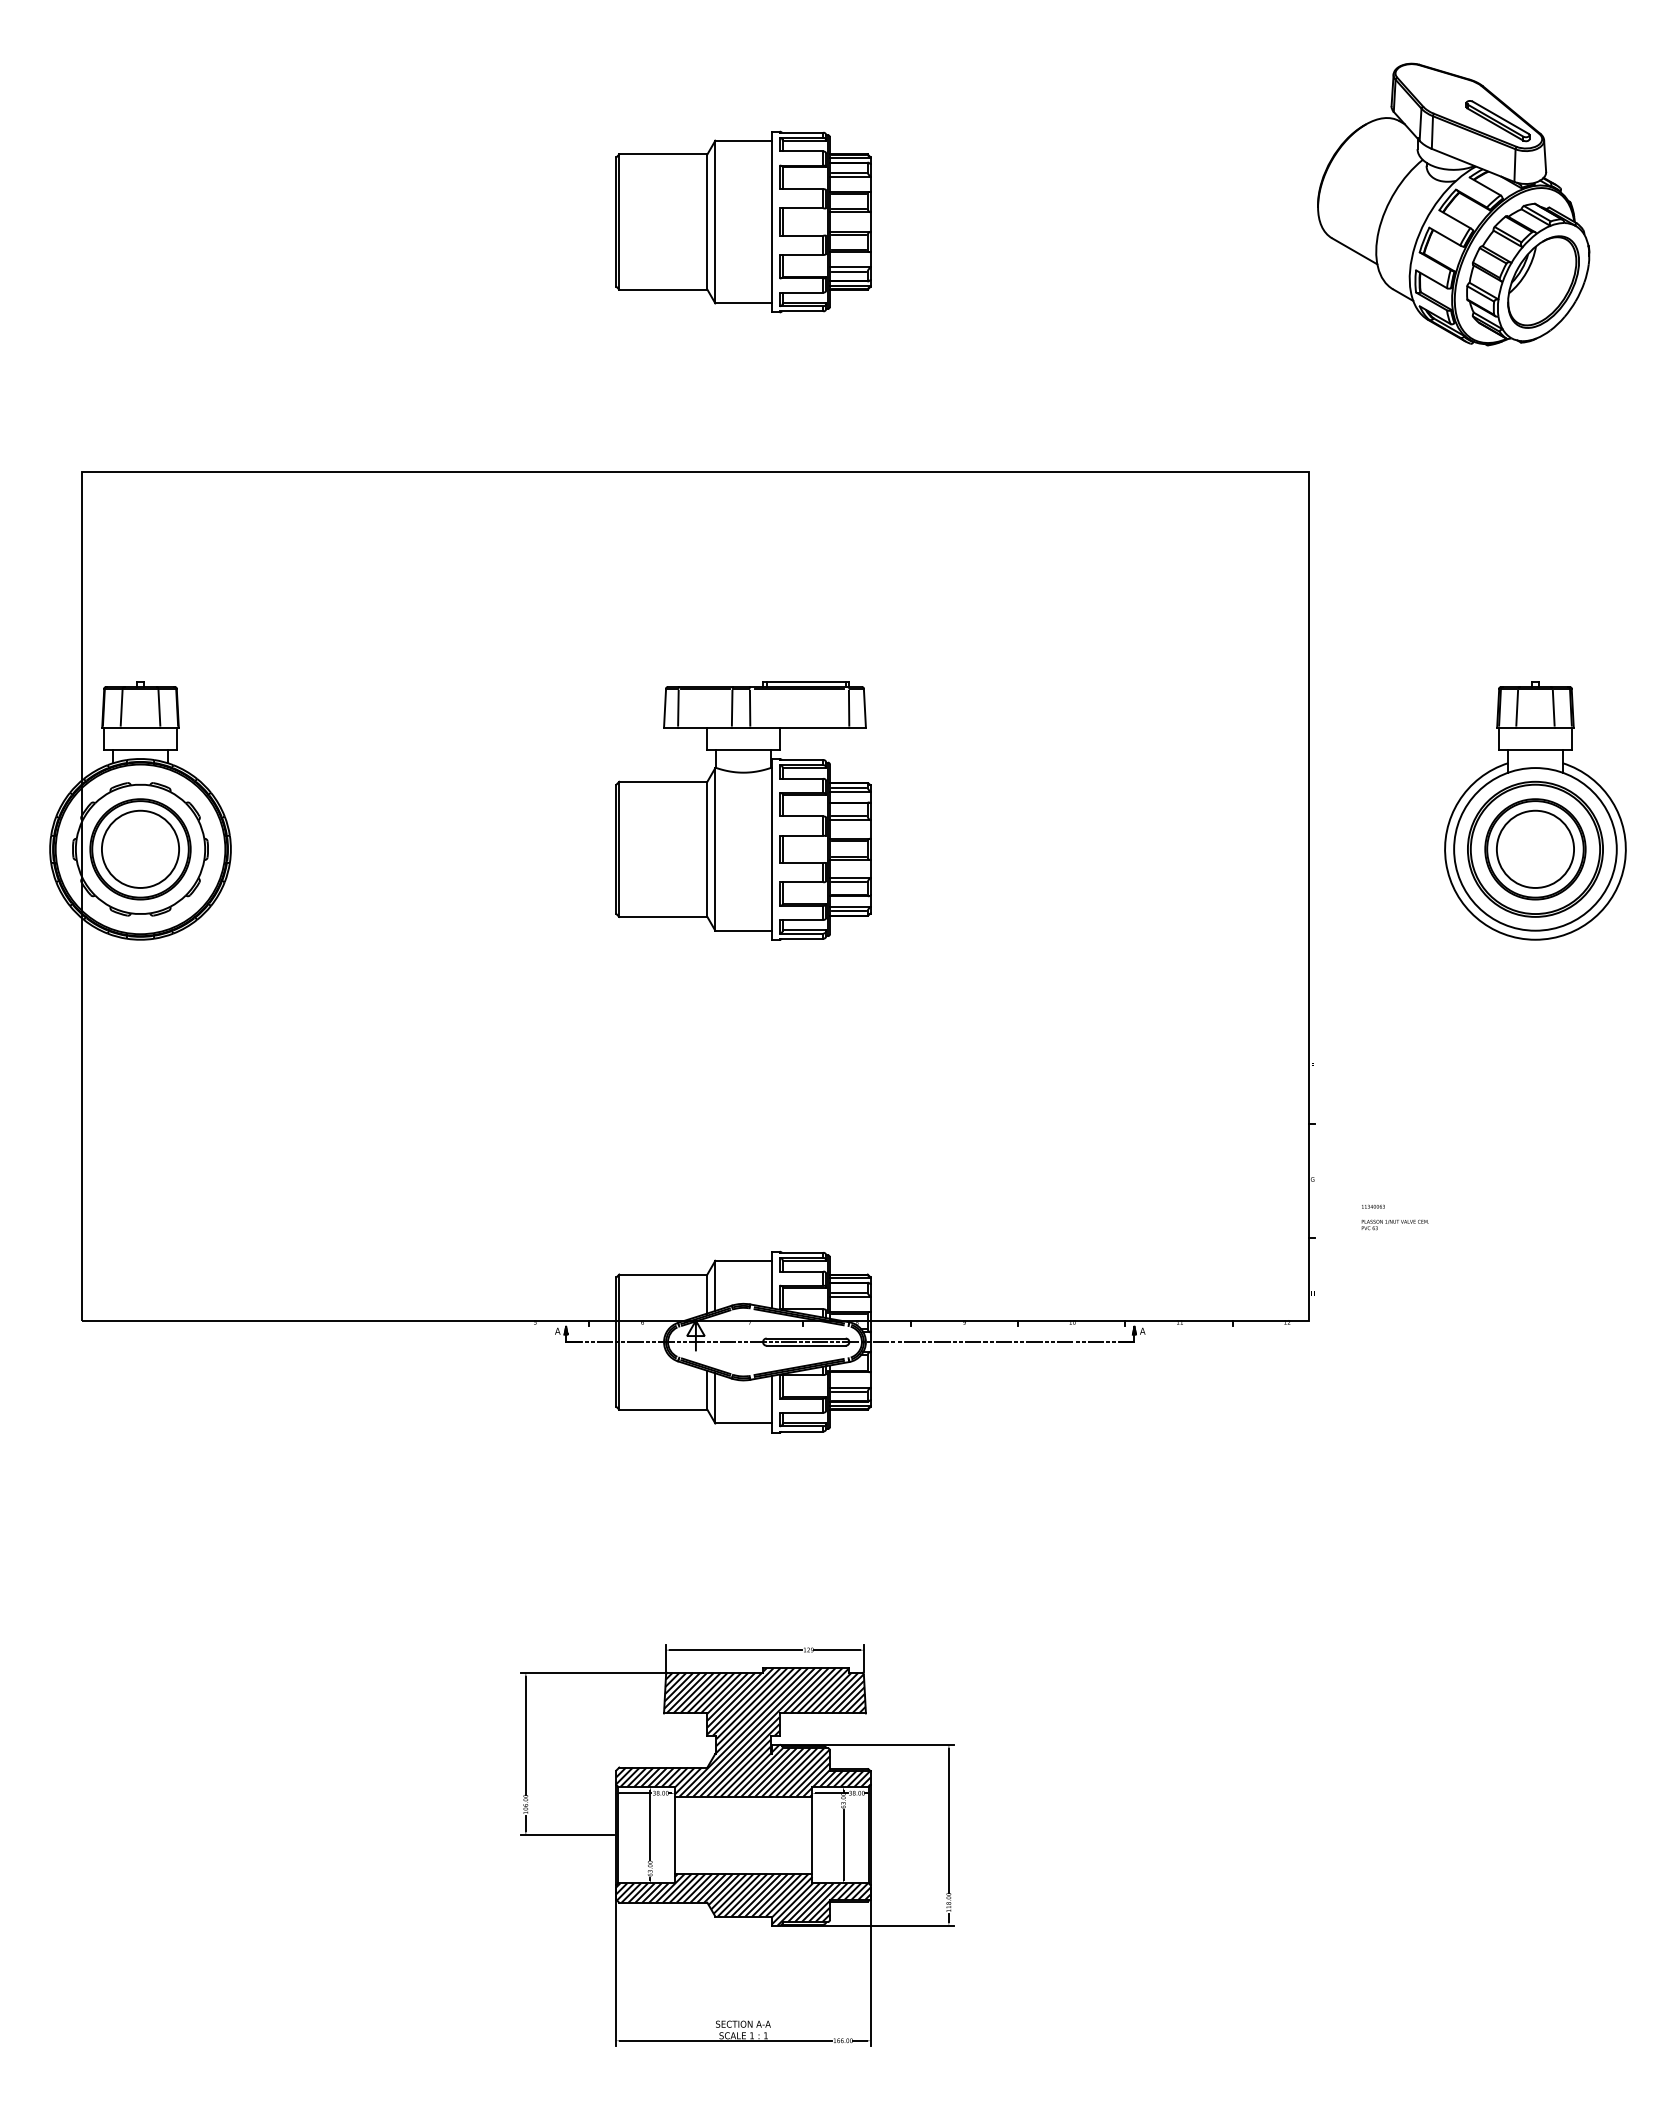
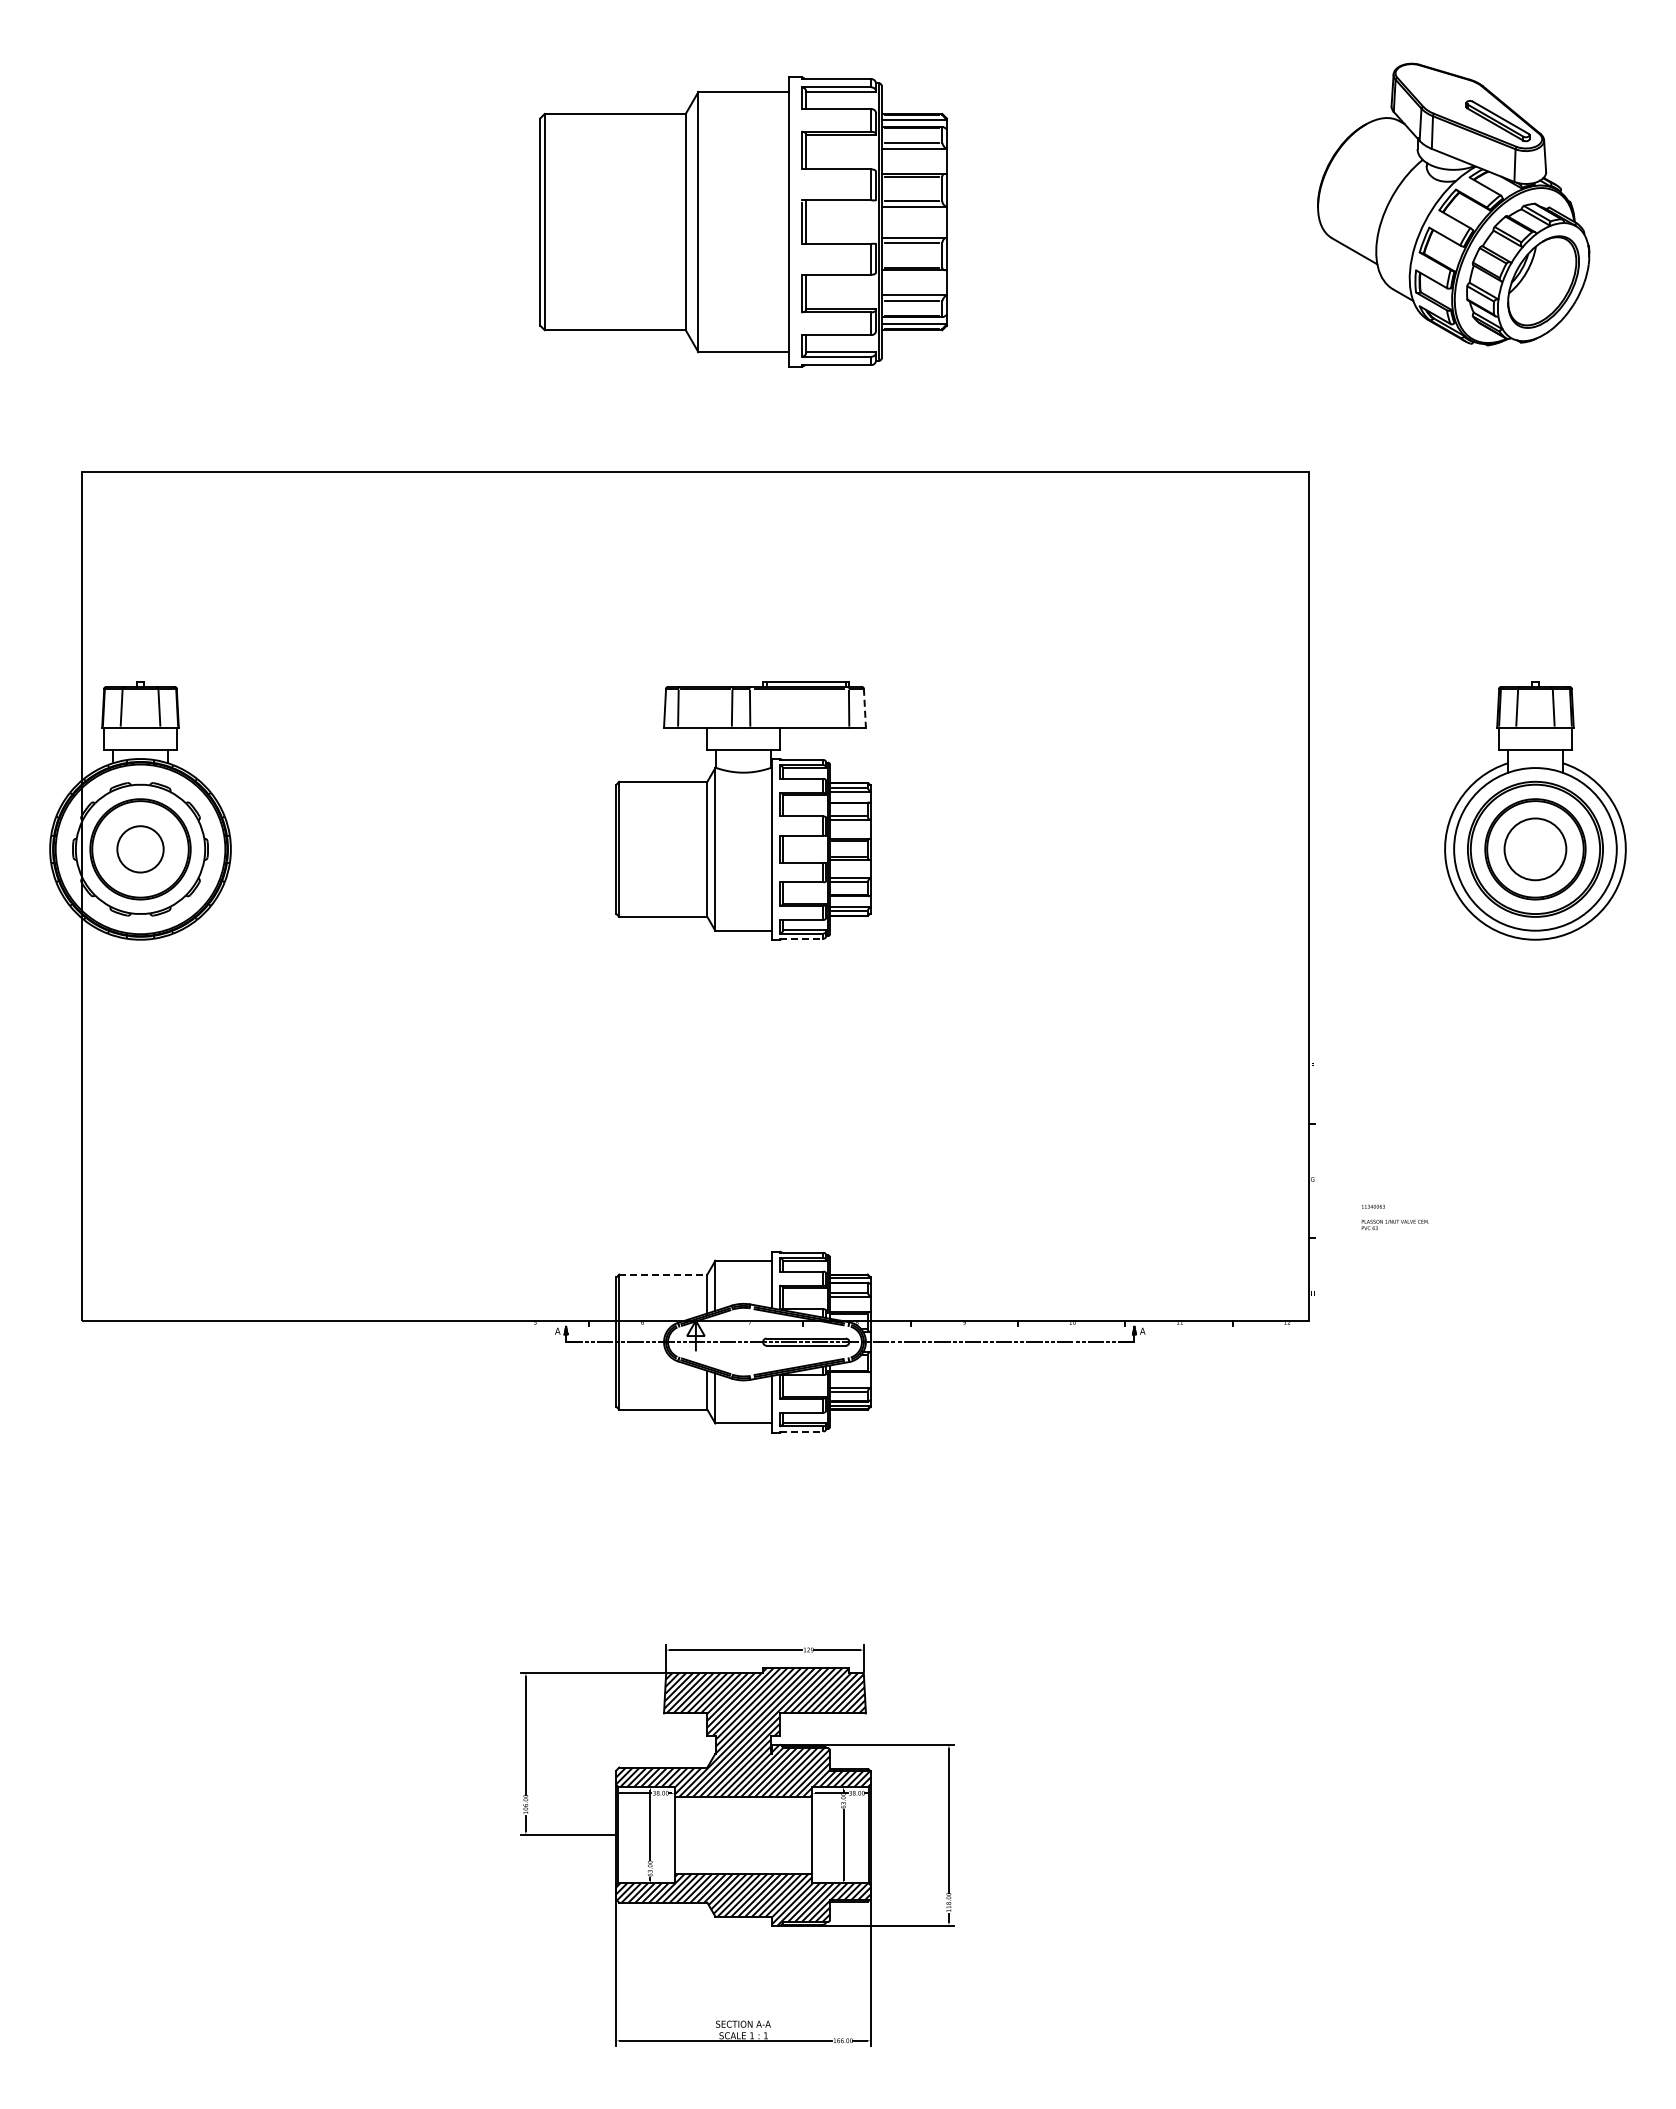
part at (743, 221) size: 257x184 px -> 410x292 px
line at (864, 708): solid -> dashed
circle at (140, 848) diameter: 77 px -> 46 px
circle at (1535, 848) diameter: 77 px -> 62 px
line at (801, 938): solid -> dashed
line at (663, 1274): solid -> dashed
line at (801, 1431): solid -> dashed
